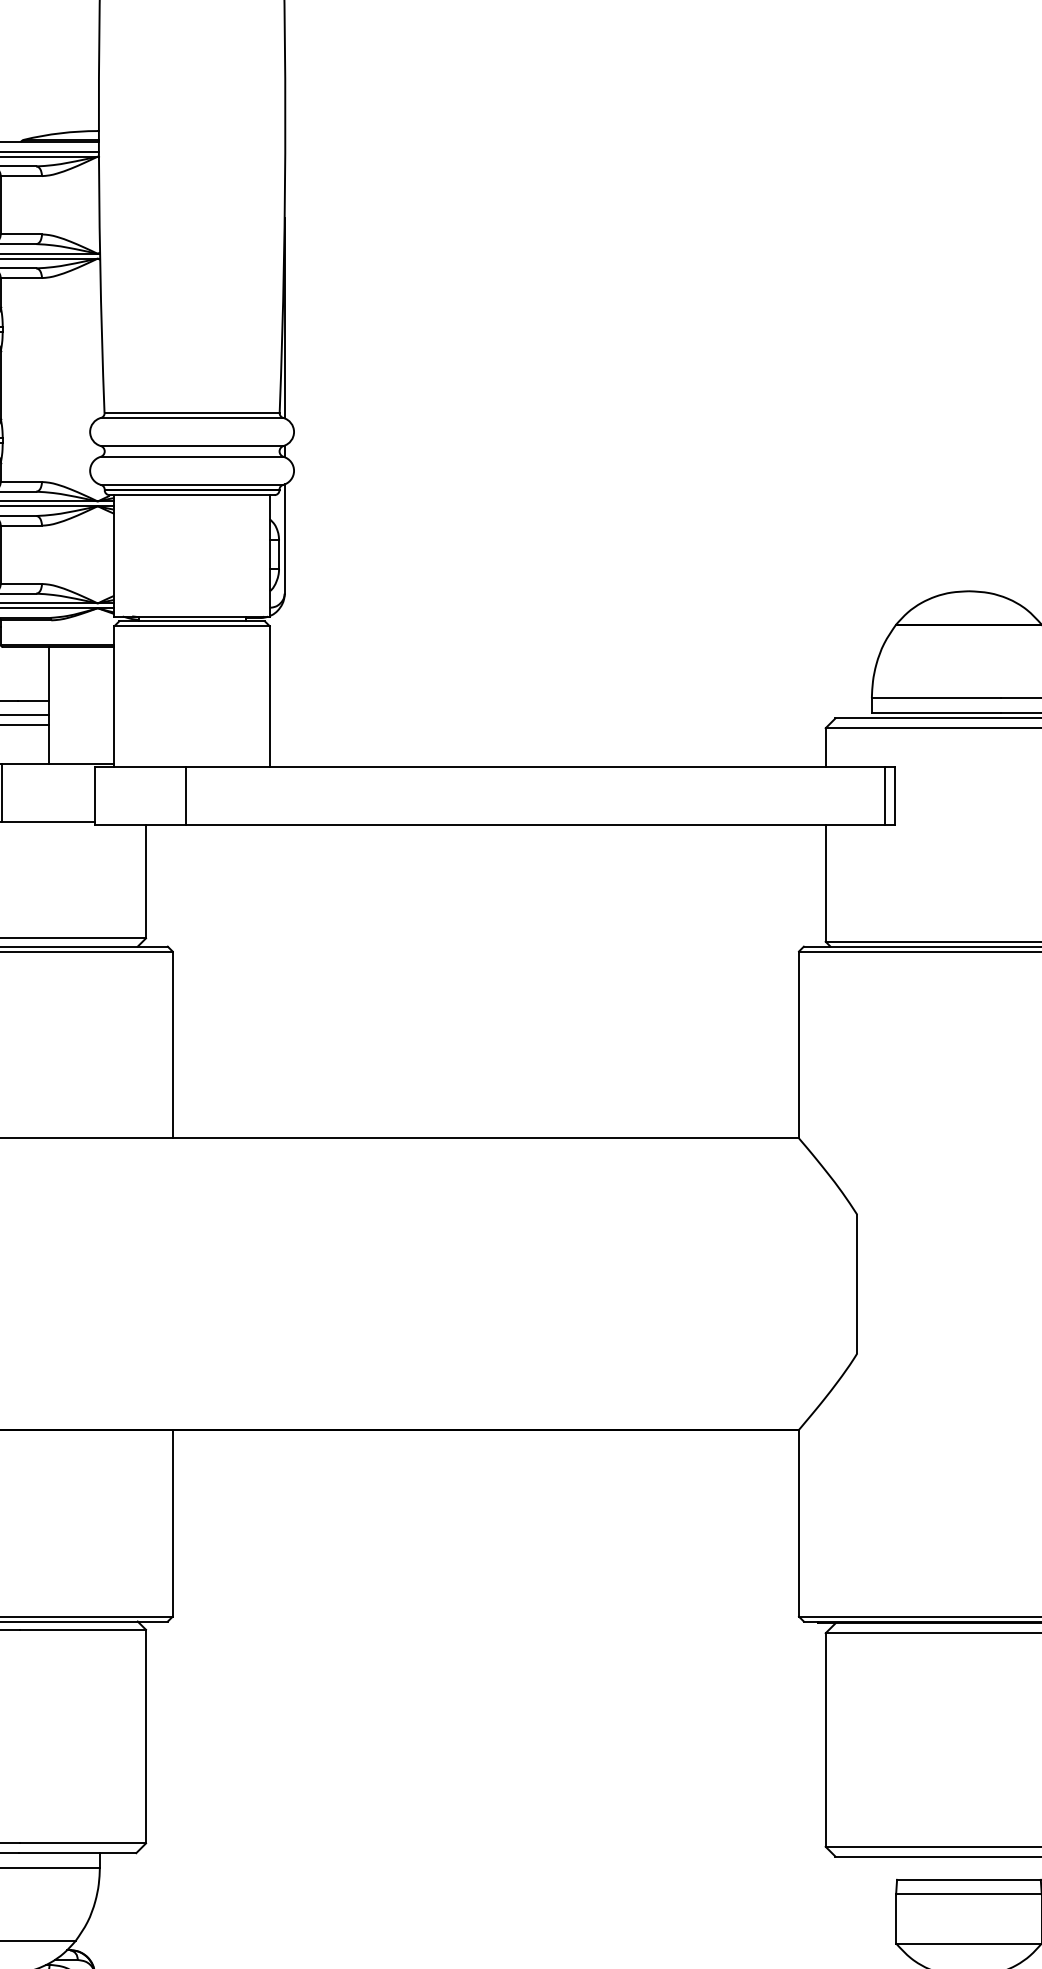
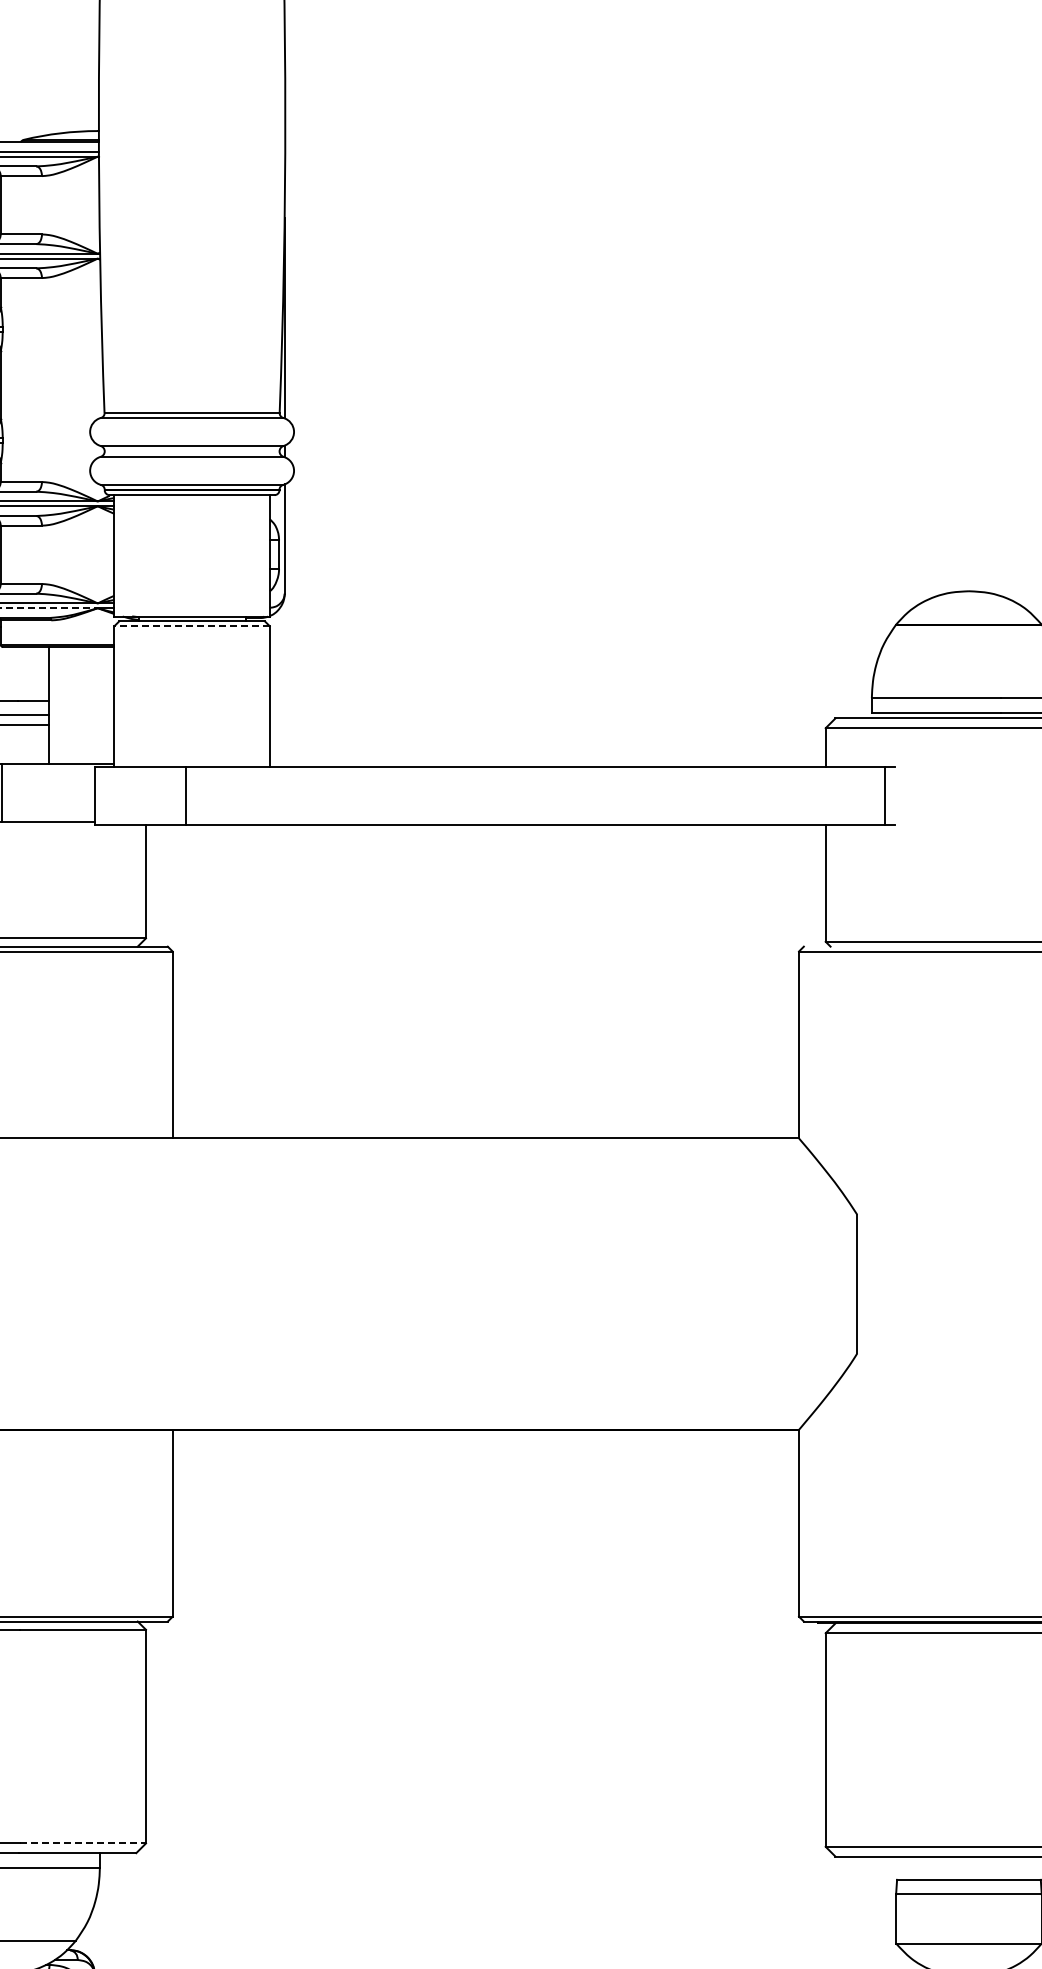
line at (49, 608): solid -> dashed
line at (192, 626): solid -> dashed
line at (895, 796): present -> none
line at (920, 946): present -> none
line at (83, 1843): solid -> dashed
